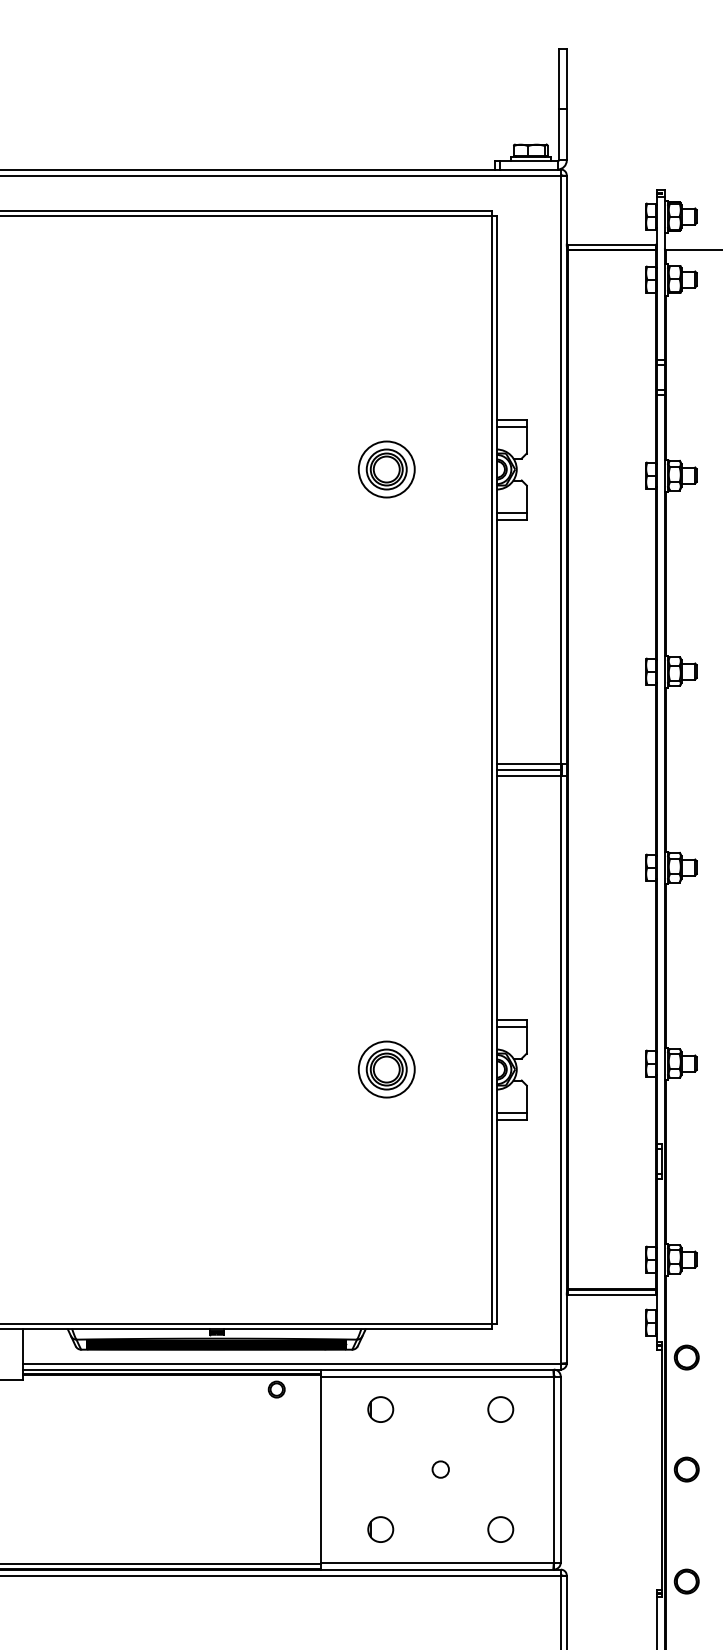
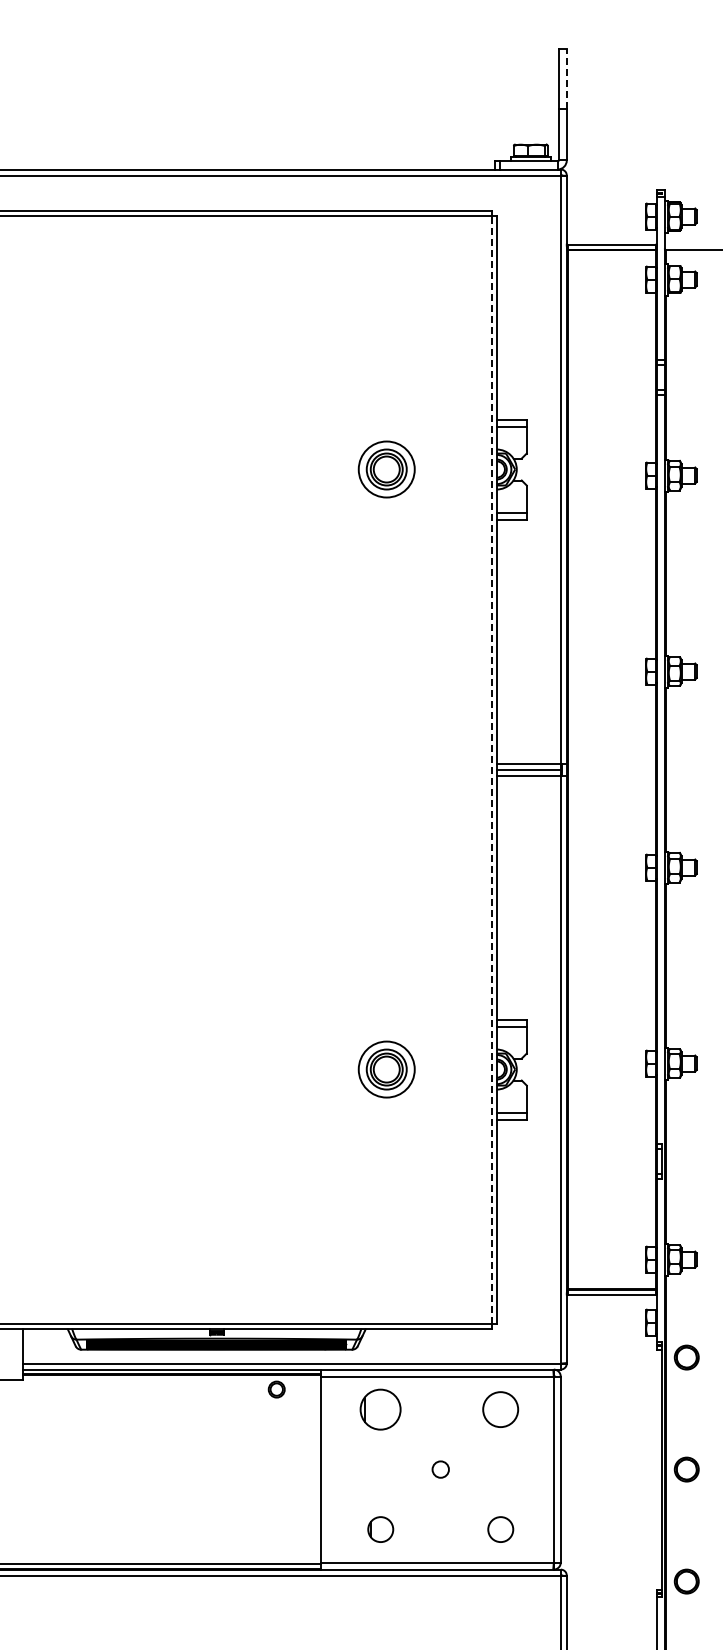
line at (566, 79): solid -> dashed
line at (491, 769): solid -> dashed
part at (380, 1409) size: 28x27 px -> 43x43 px
circle at (500, 1409) size: 28x27 px -> 38x37 px
